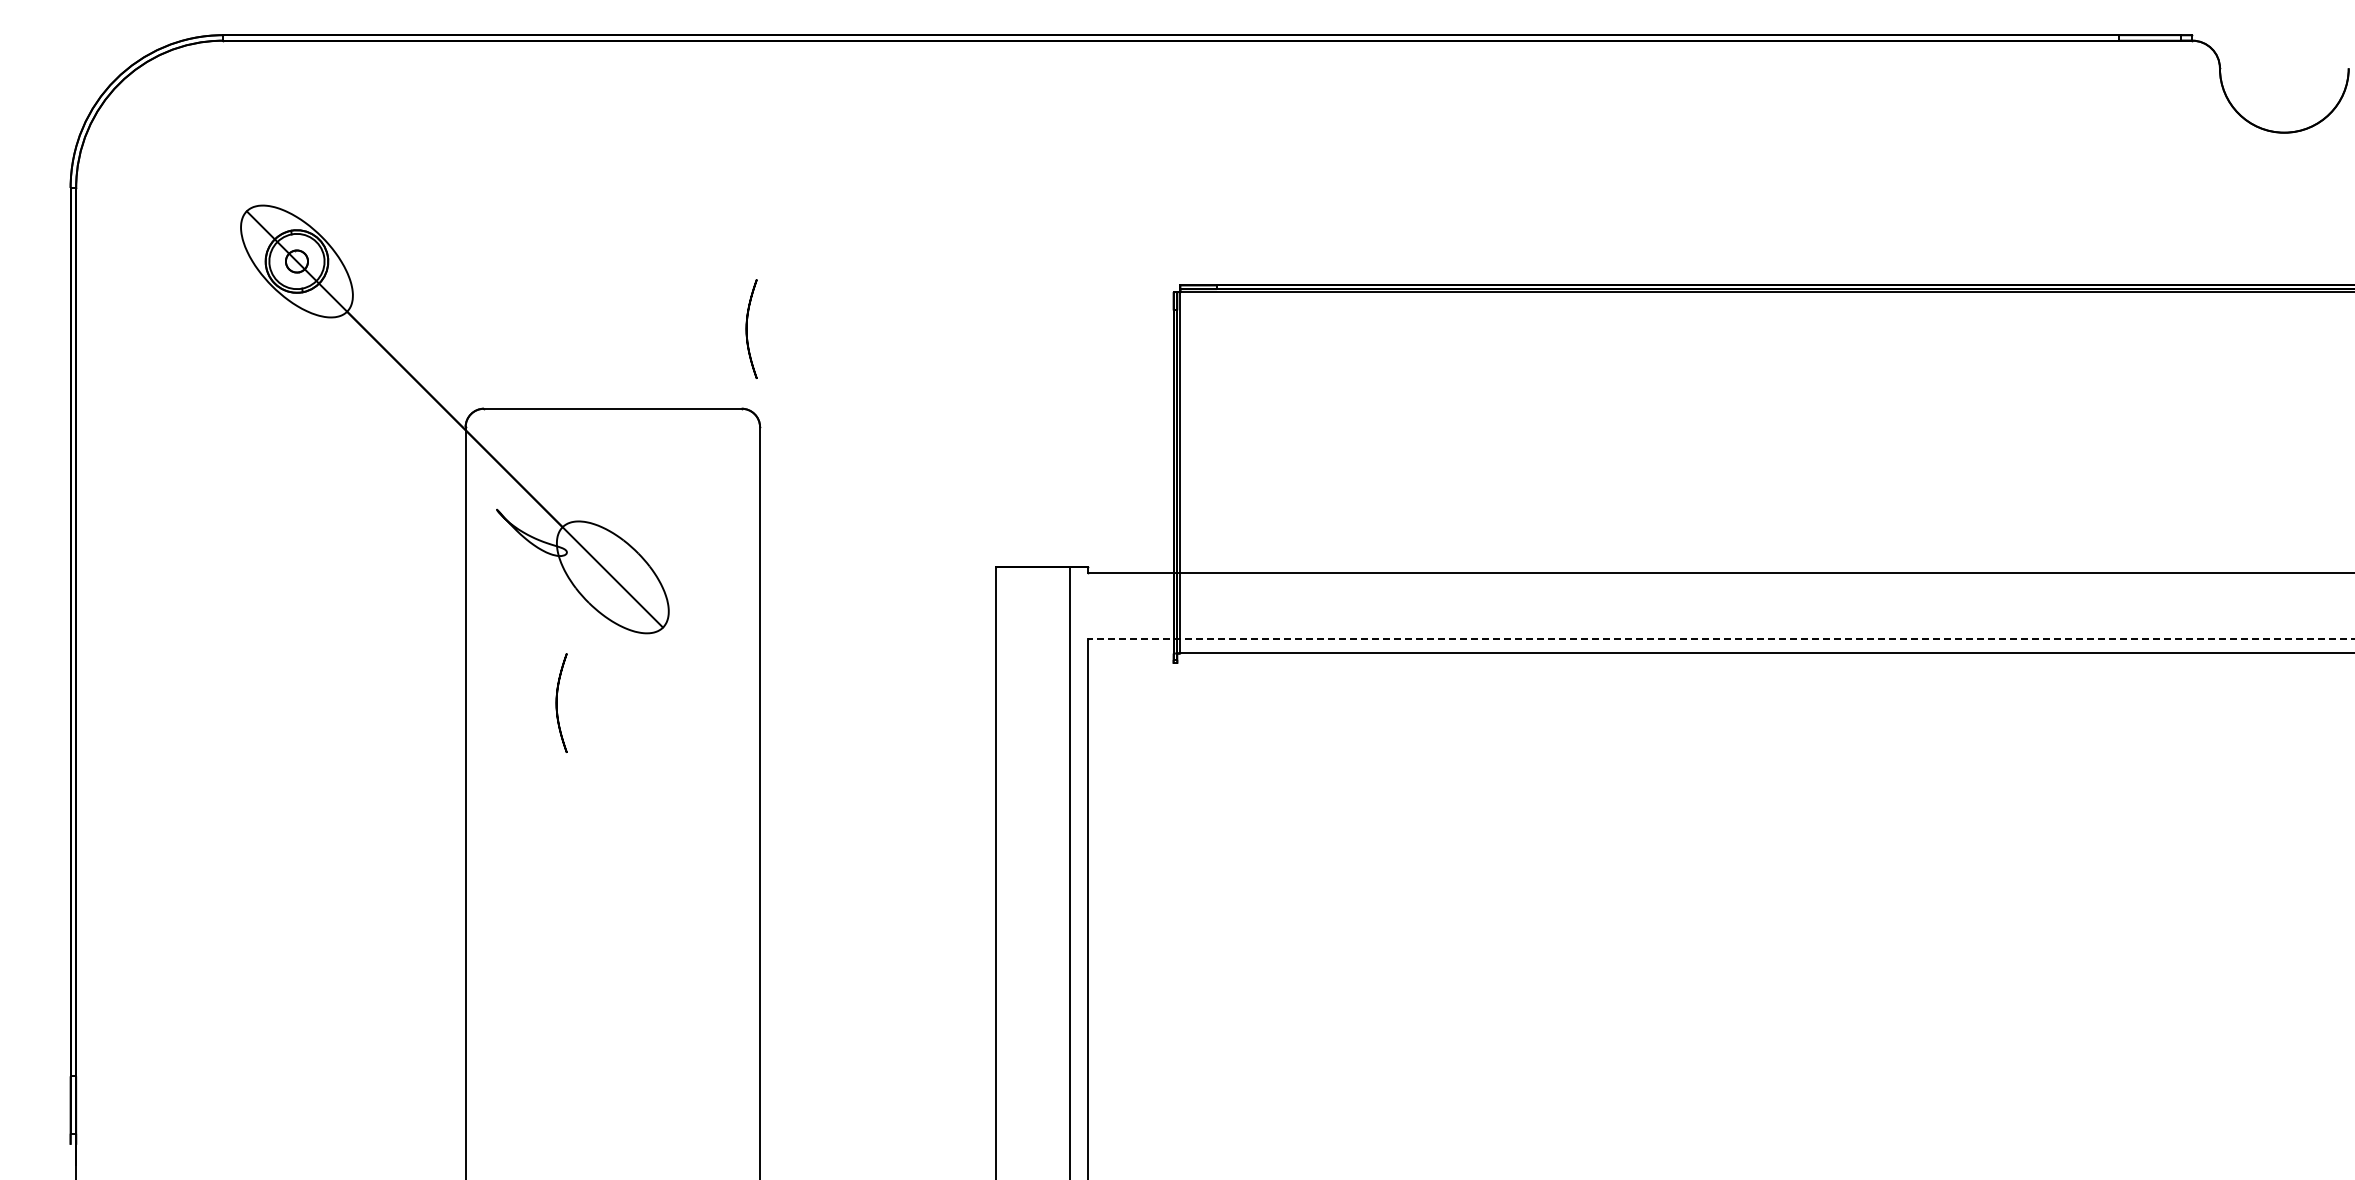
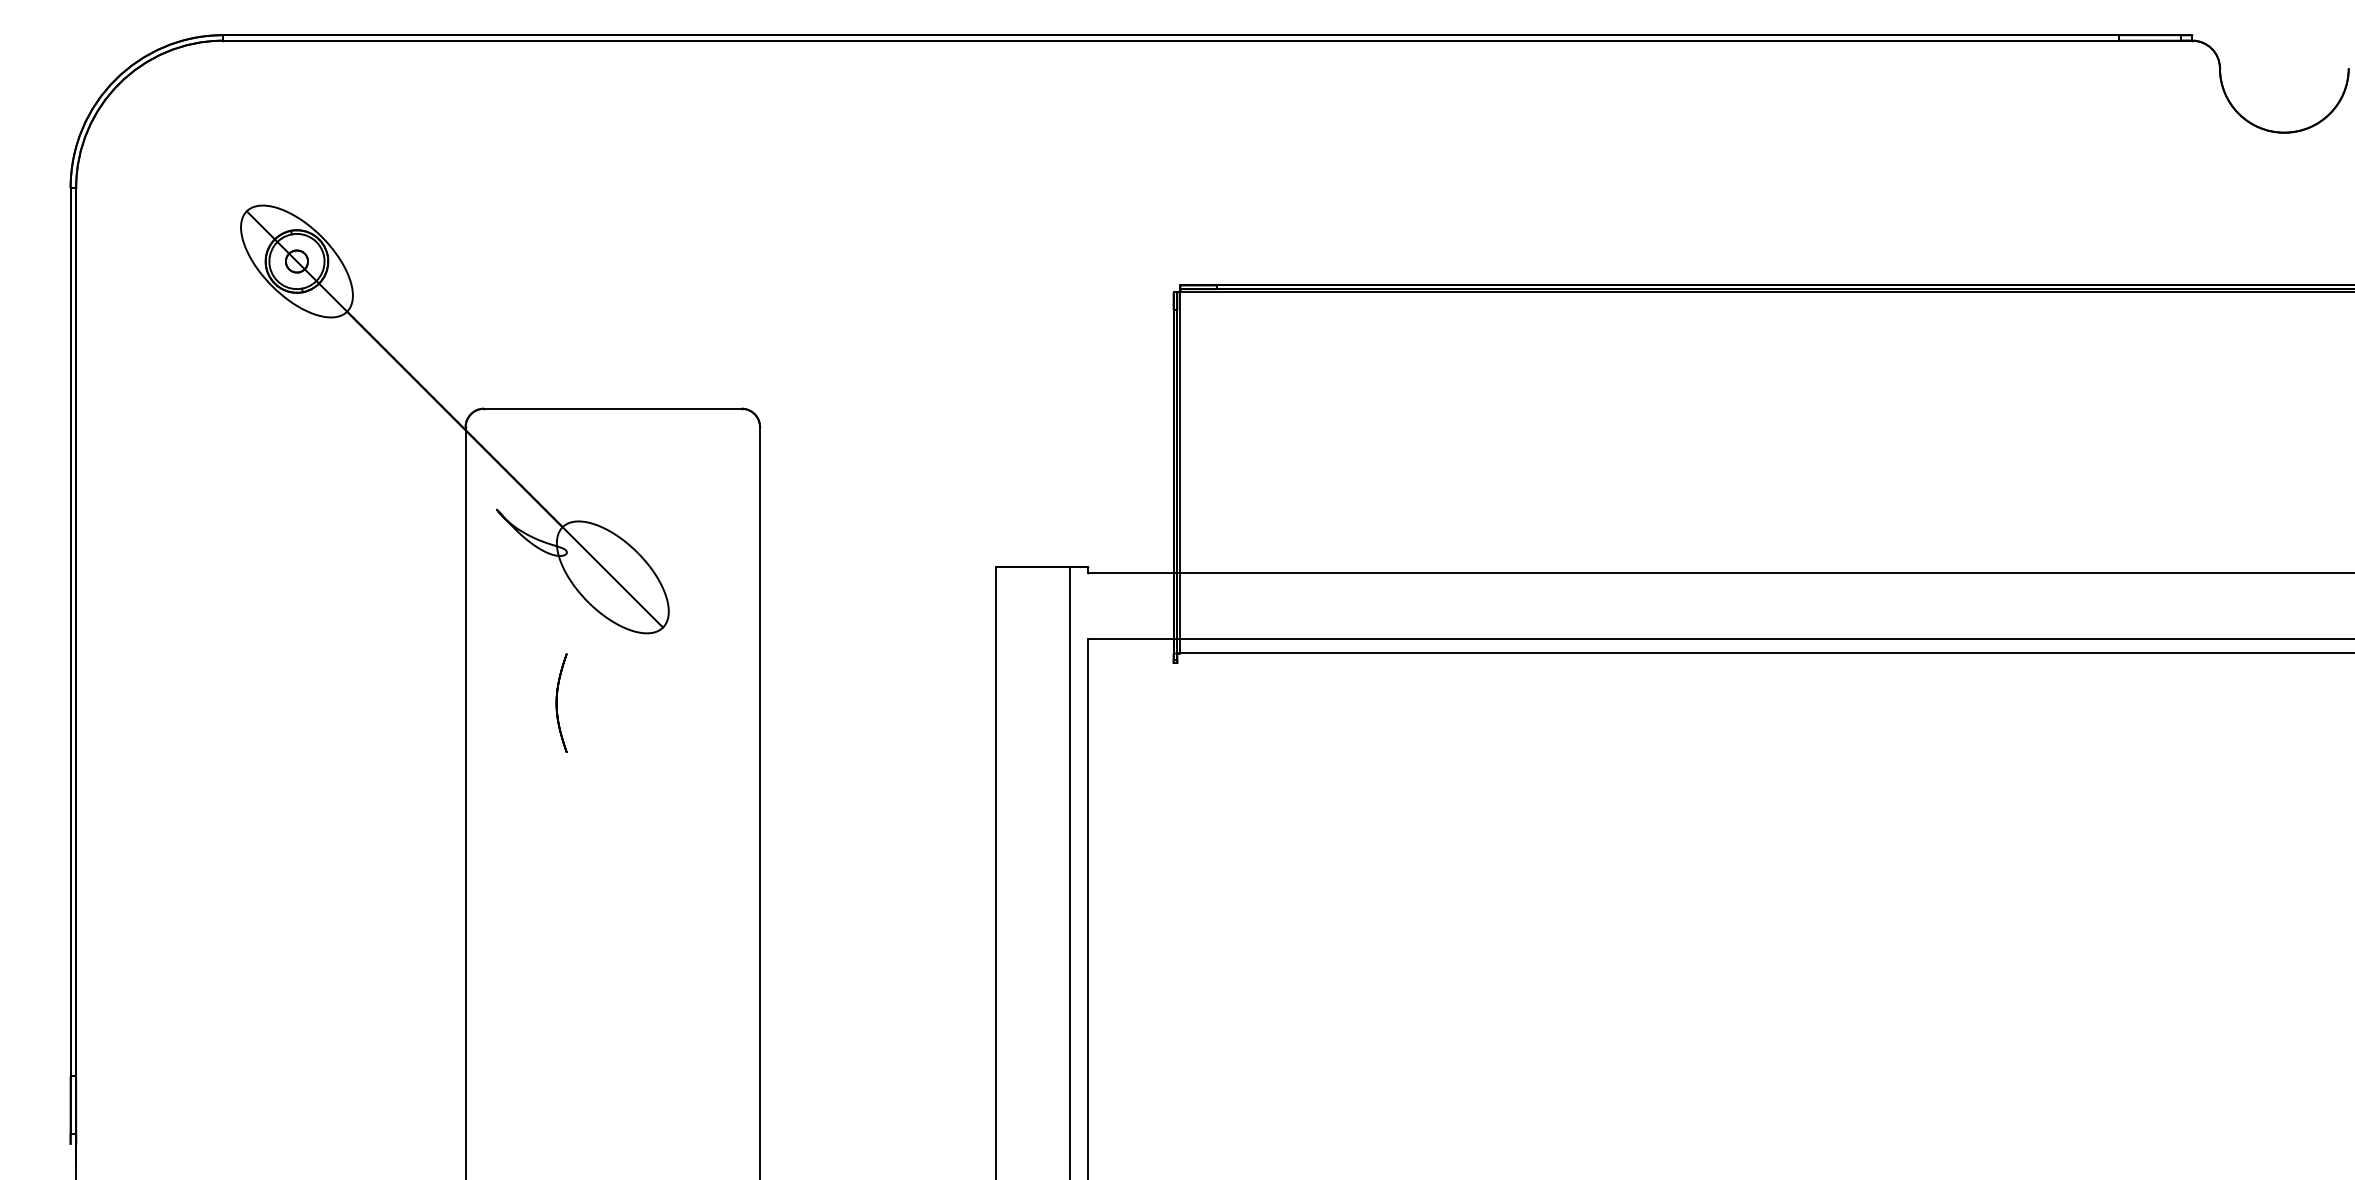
part at (751, 328): present -> none
line at (1721, 638): dashed -> solid
